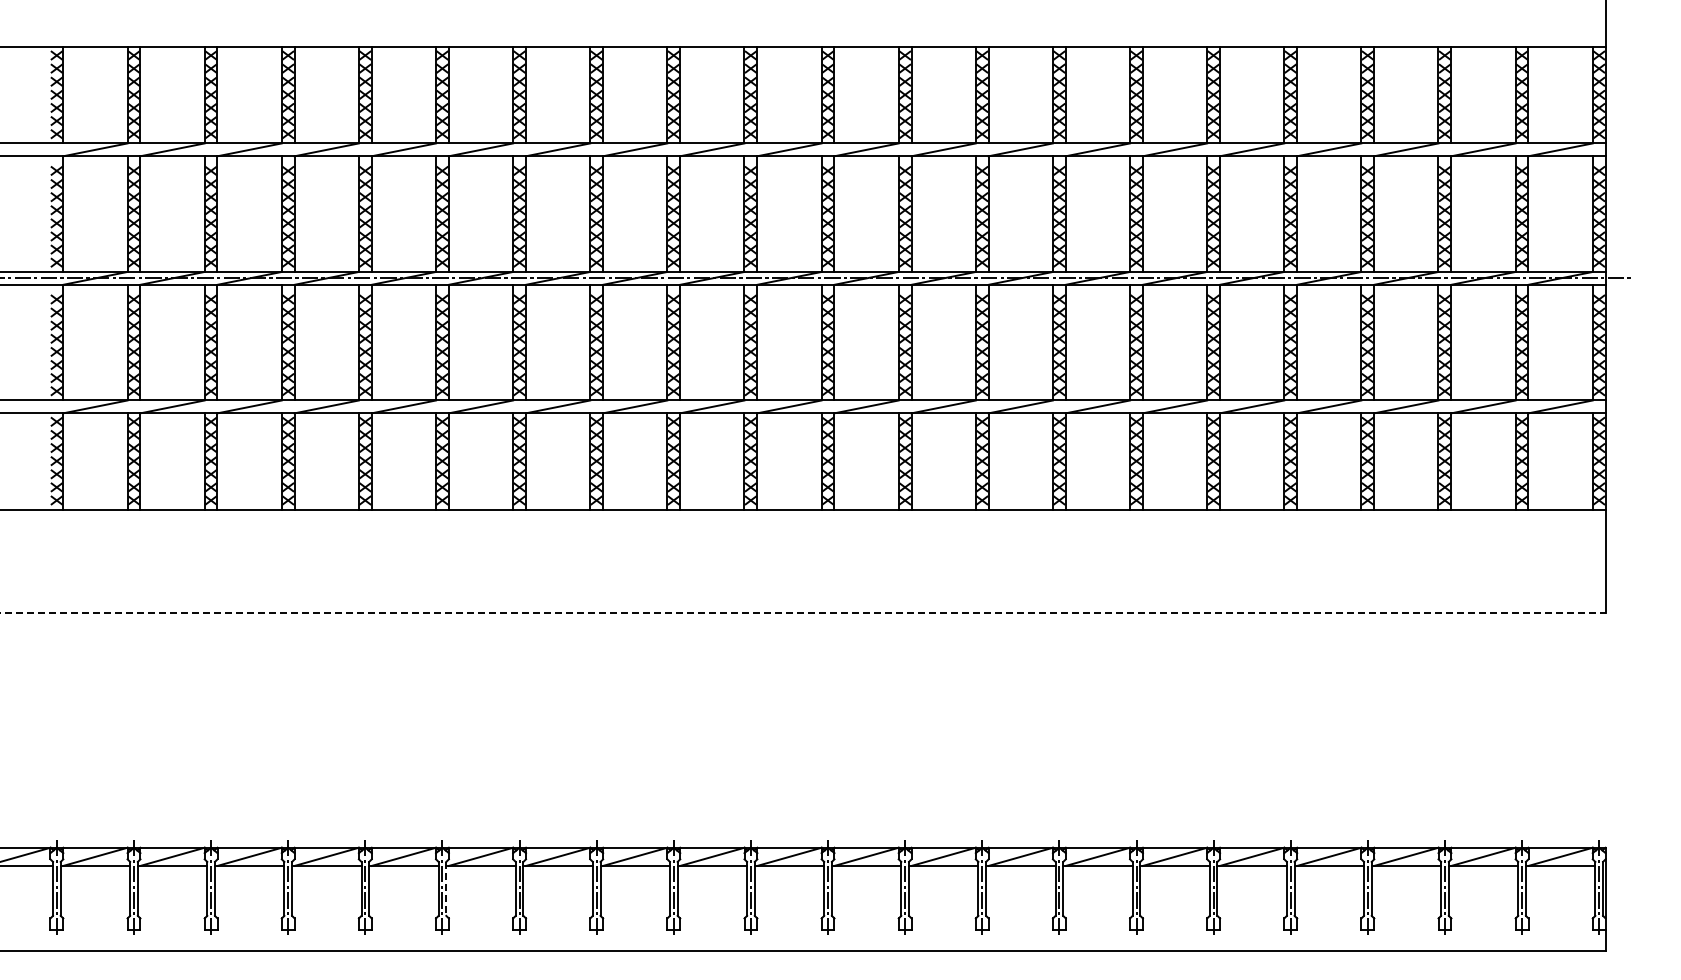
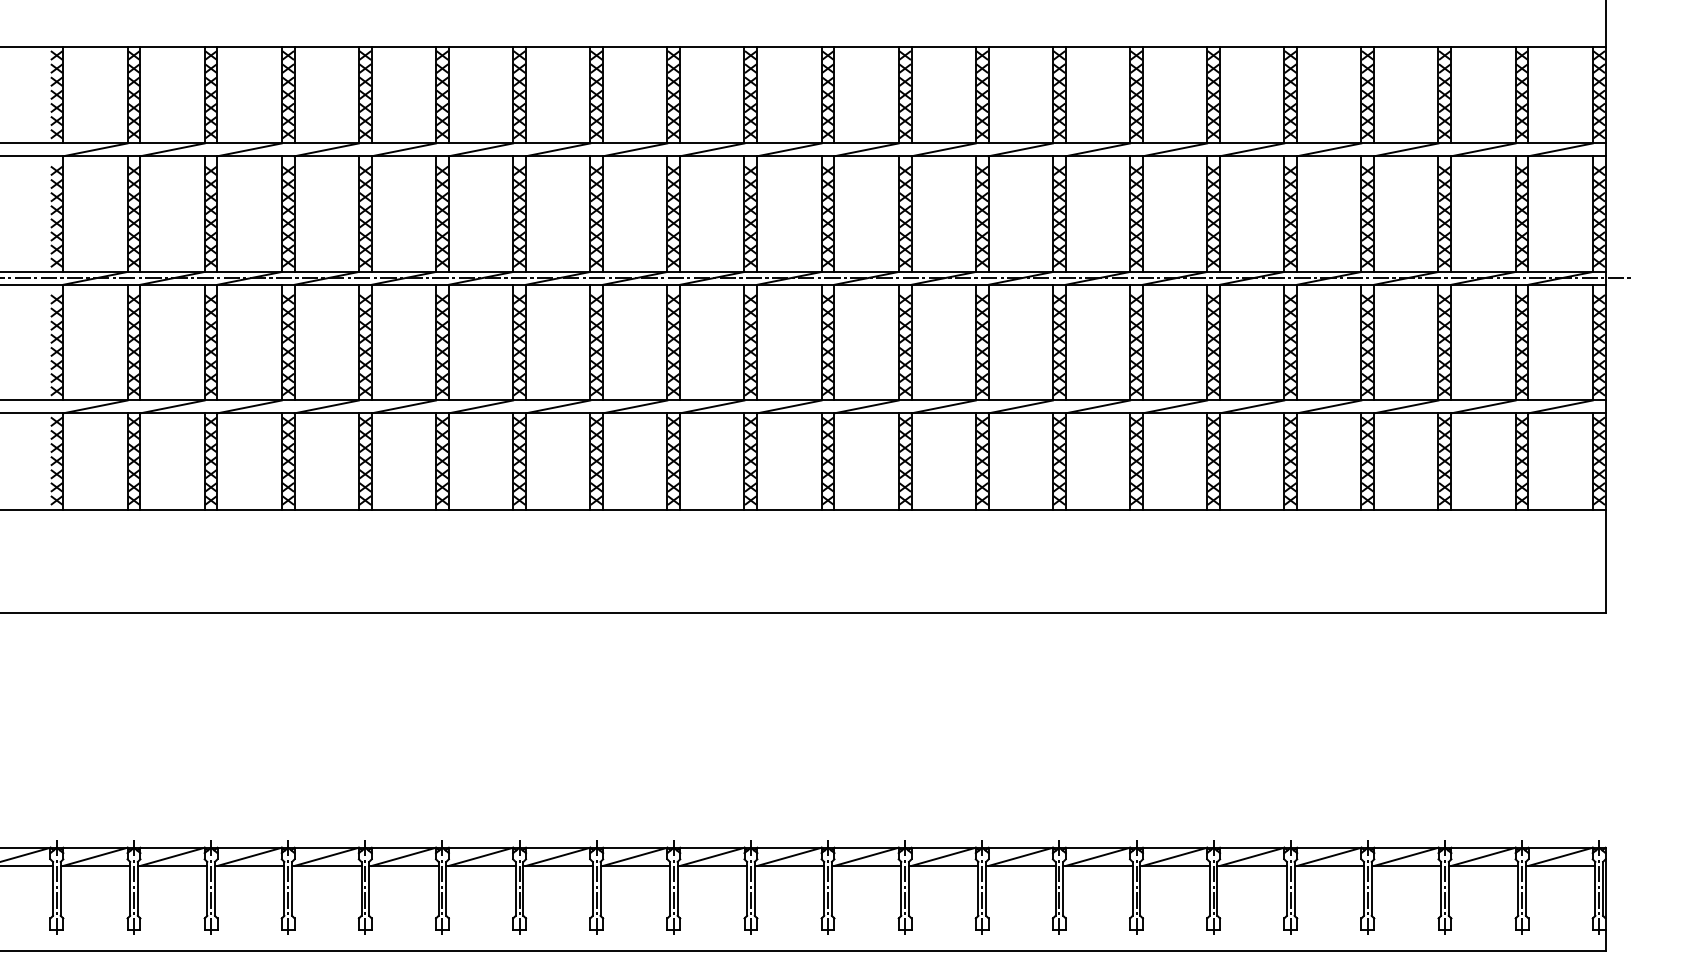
line at (803, 612): dashed -> solid
line at (446, 888): dashed -> solid
